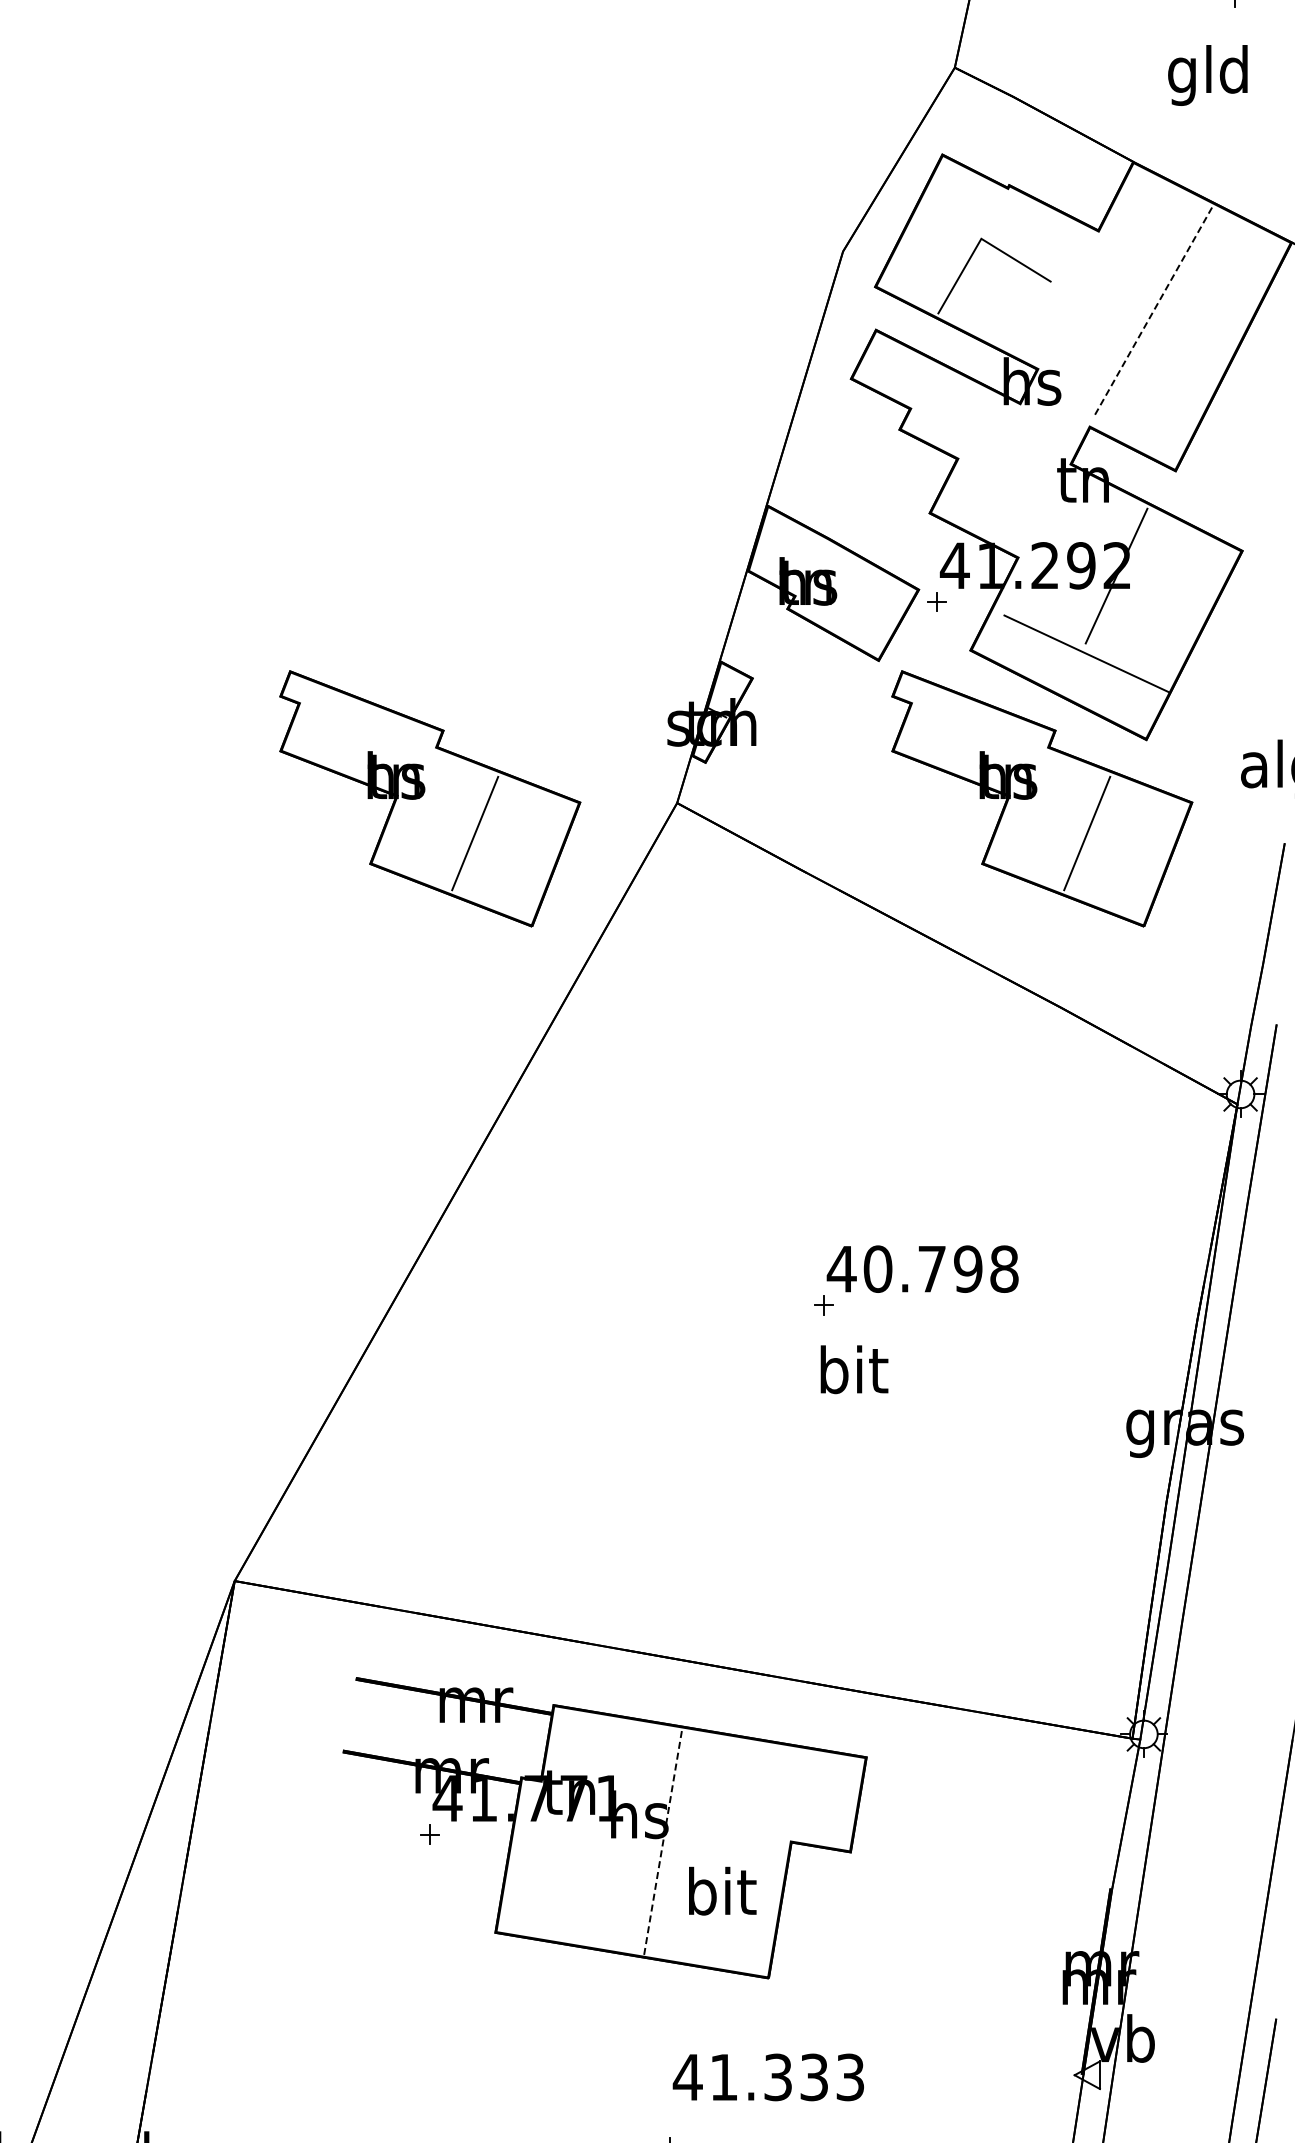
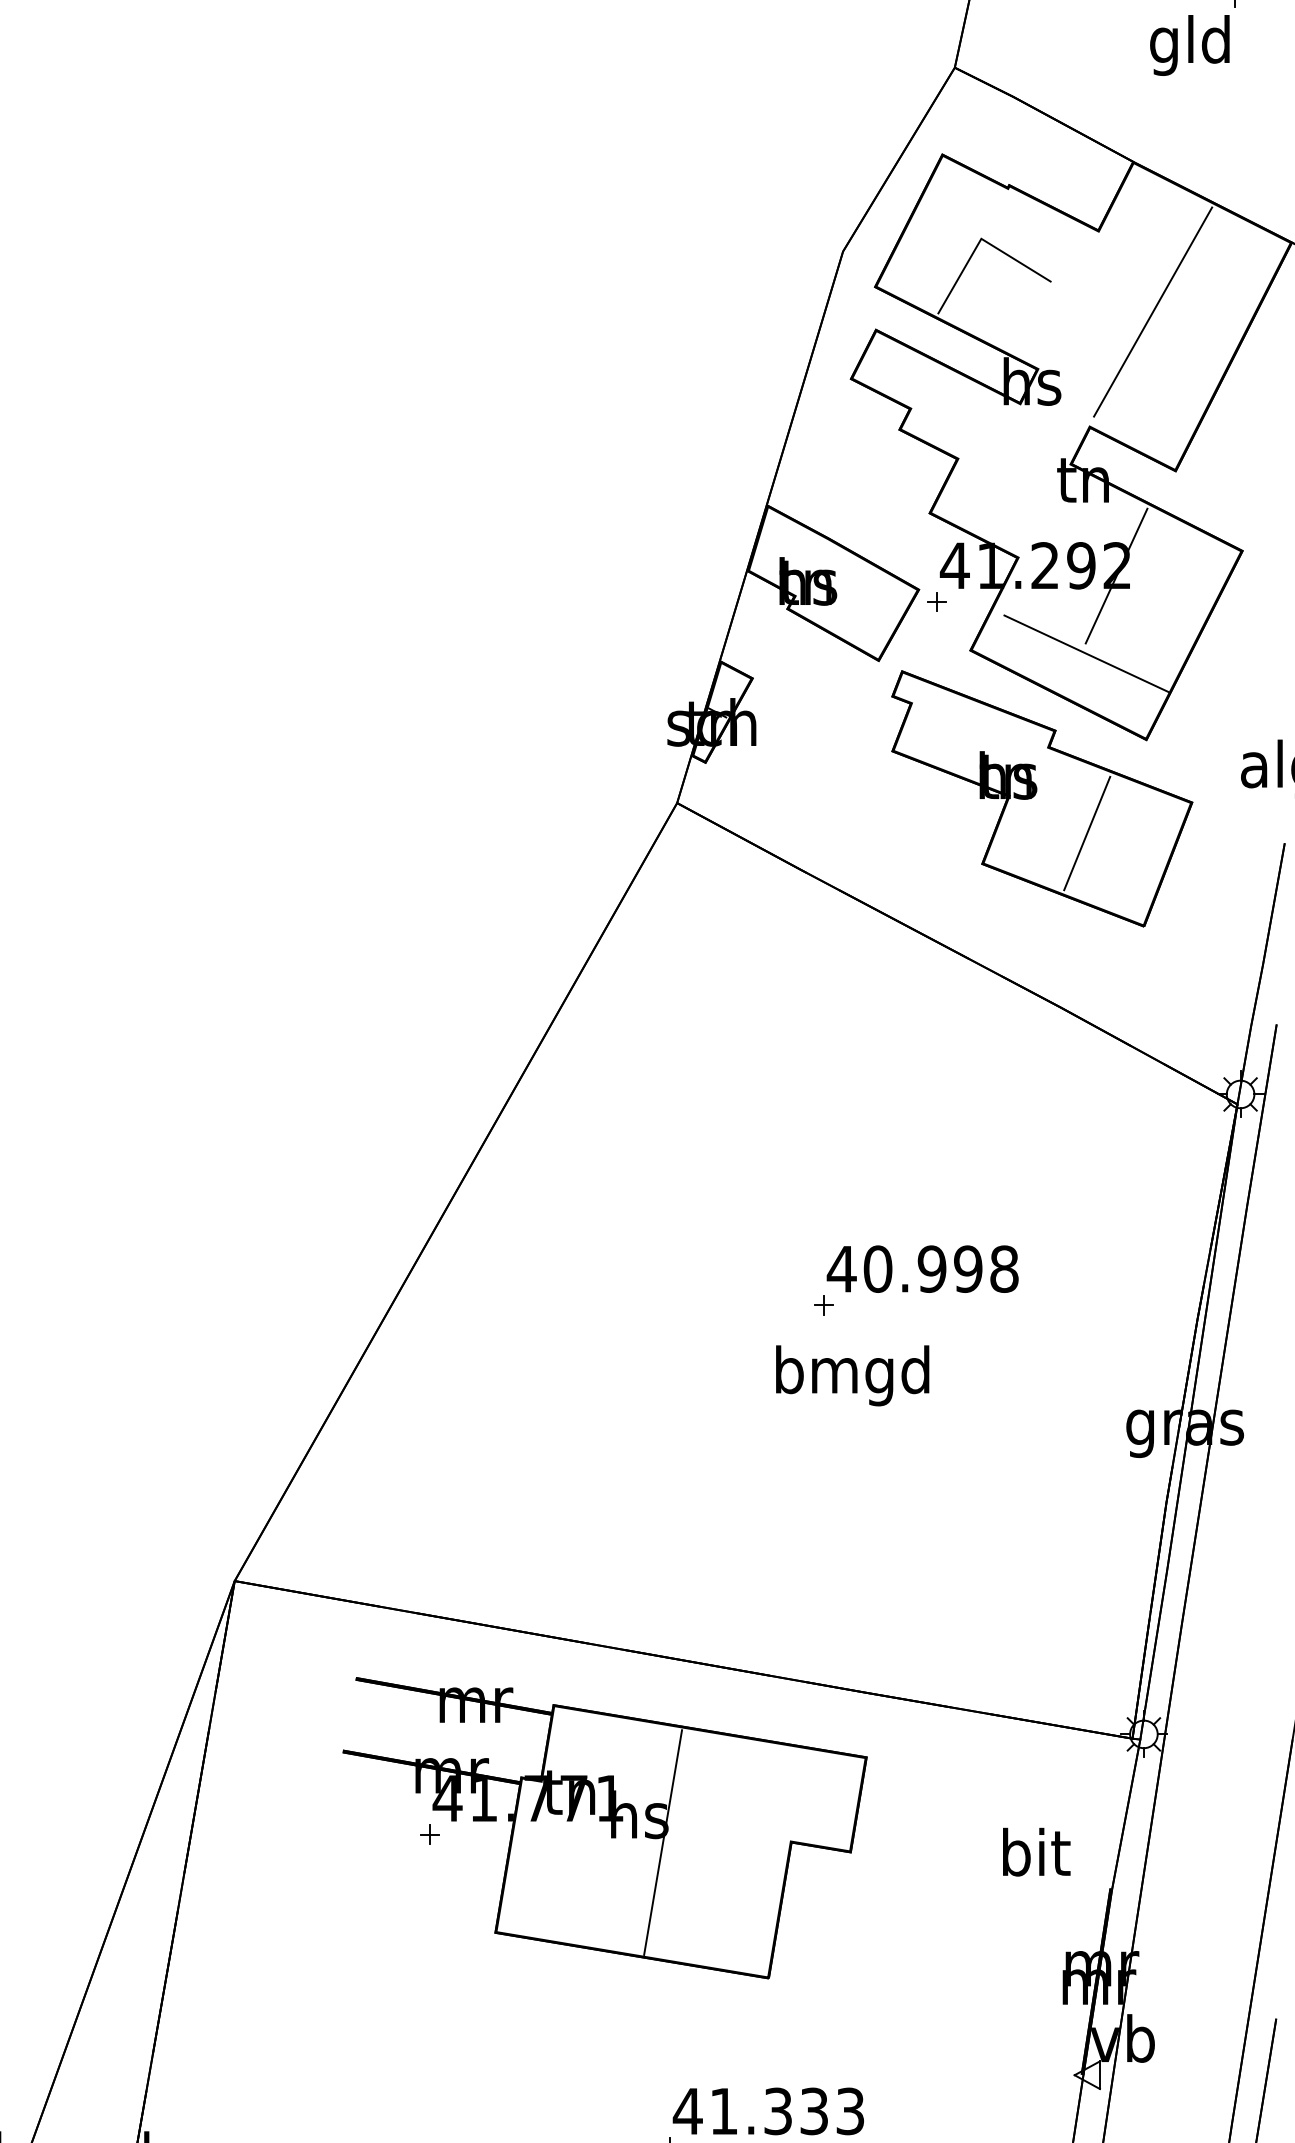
text at (1207, 75) position: (1207, 75) -> (1189, 45)
line at (1152, 312): dashed -> solid
part at (430, 798): present -> none
text at (931, 1268): 40.798 -> 40.998
text at (852, 1375): bit -> bmgd
line at (663, 1842): dashed -> solid
text at (722, 1890) position: (722, 1890) -> (1036, 1851)
text at (767, 2077) position: (767, 2077) -> (767, 2111)
